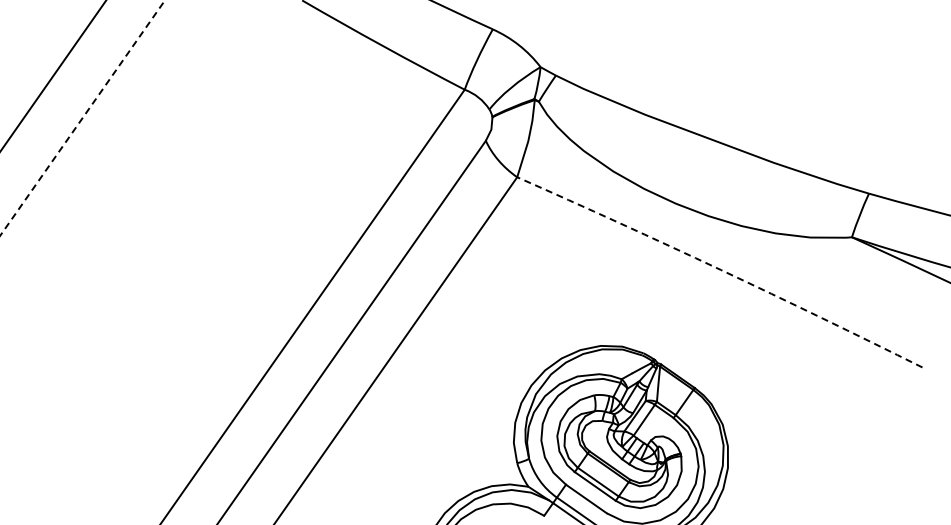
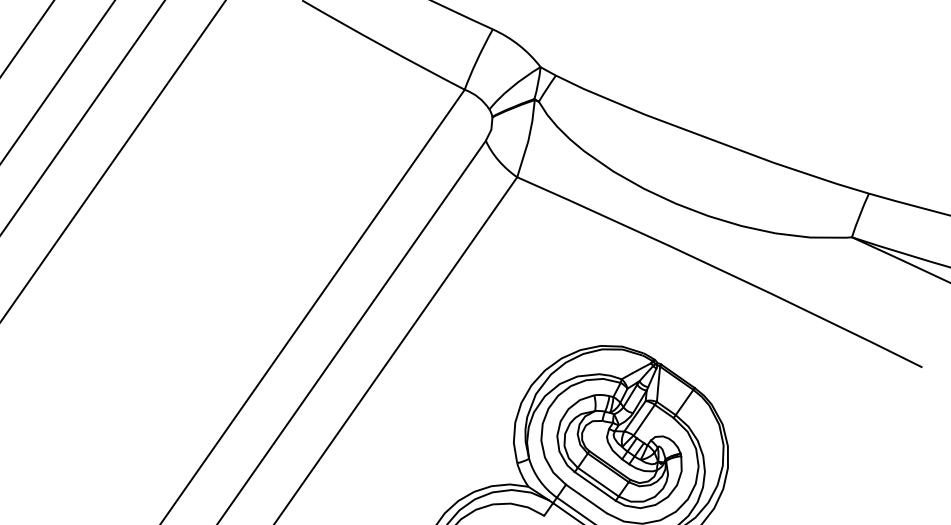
line at (27, 38): none -> present
line at (53, 75) position: (53, 75) -> (57, 81)
line at (82, 118): dashed -> solid
line at (113, 161): none -> present
arc at (720, 269): dashed -> solid
